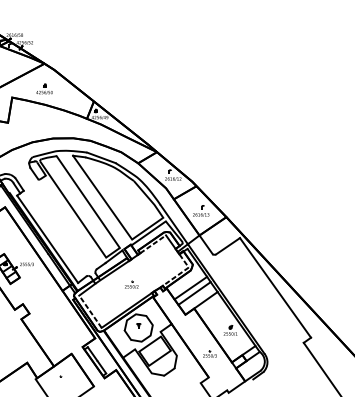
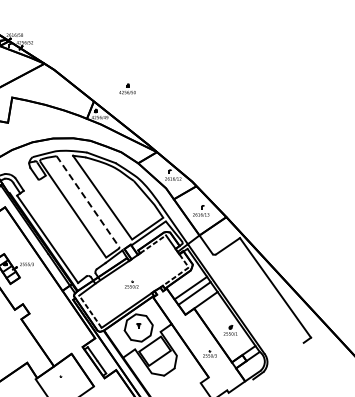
part at (44, 88) position: (44, 88) -> (127, 88)
line at (88, 202): solid -> dashed
line at (321, 367): present -> none
